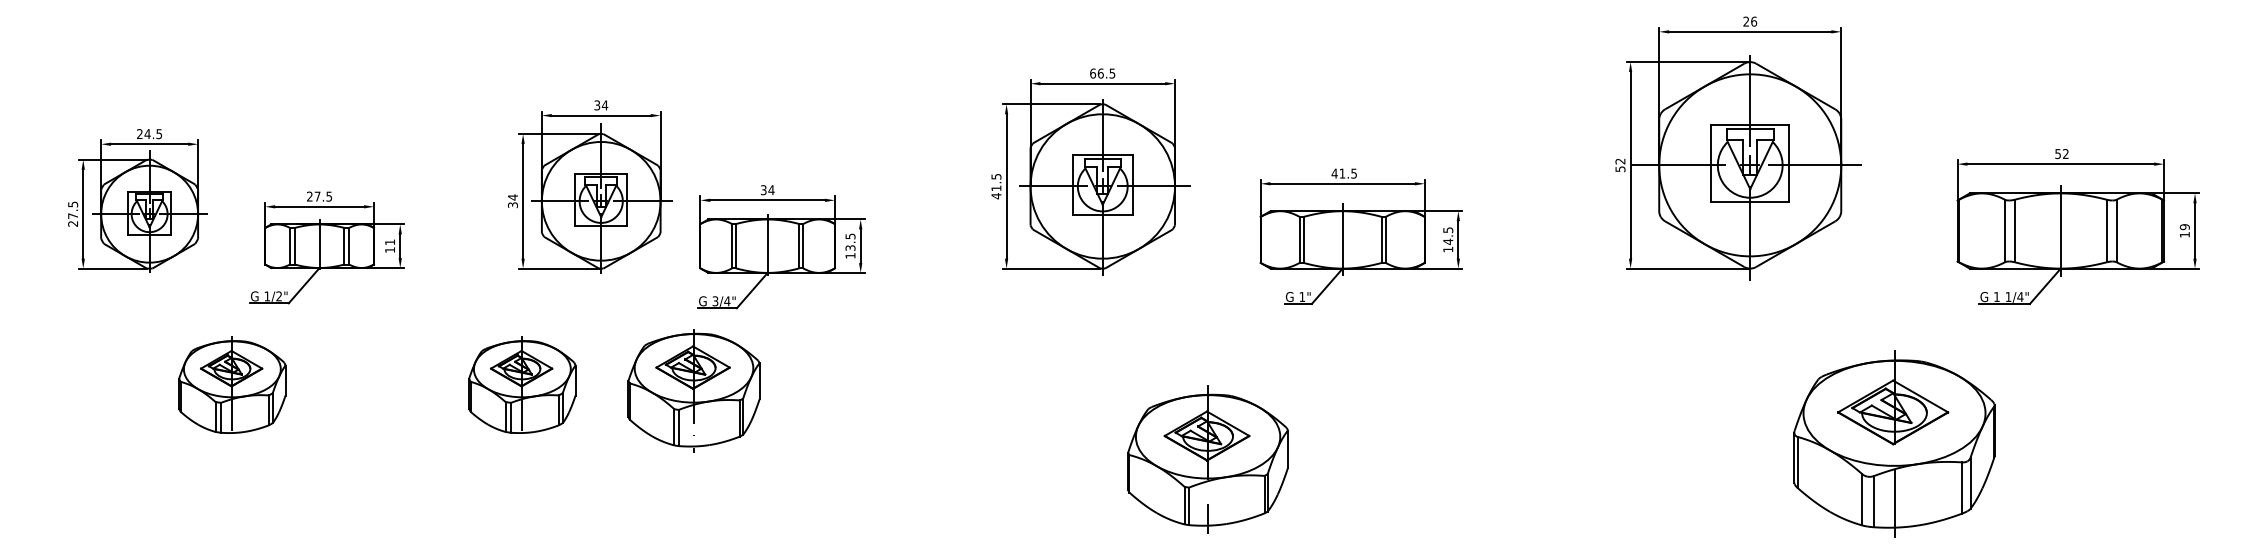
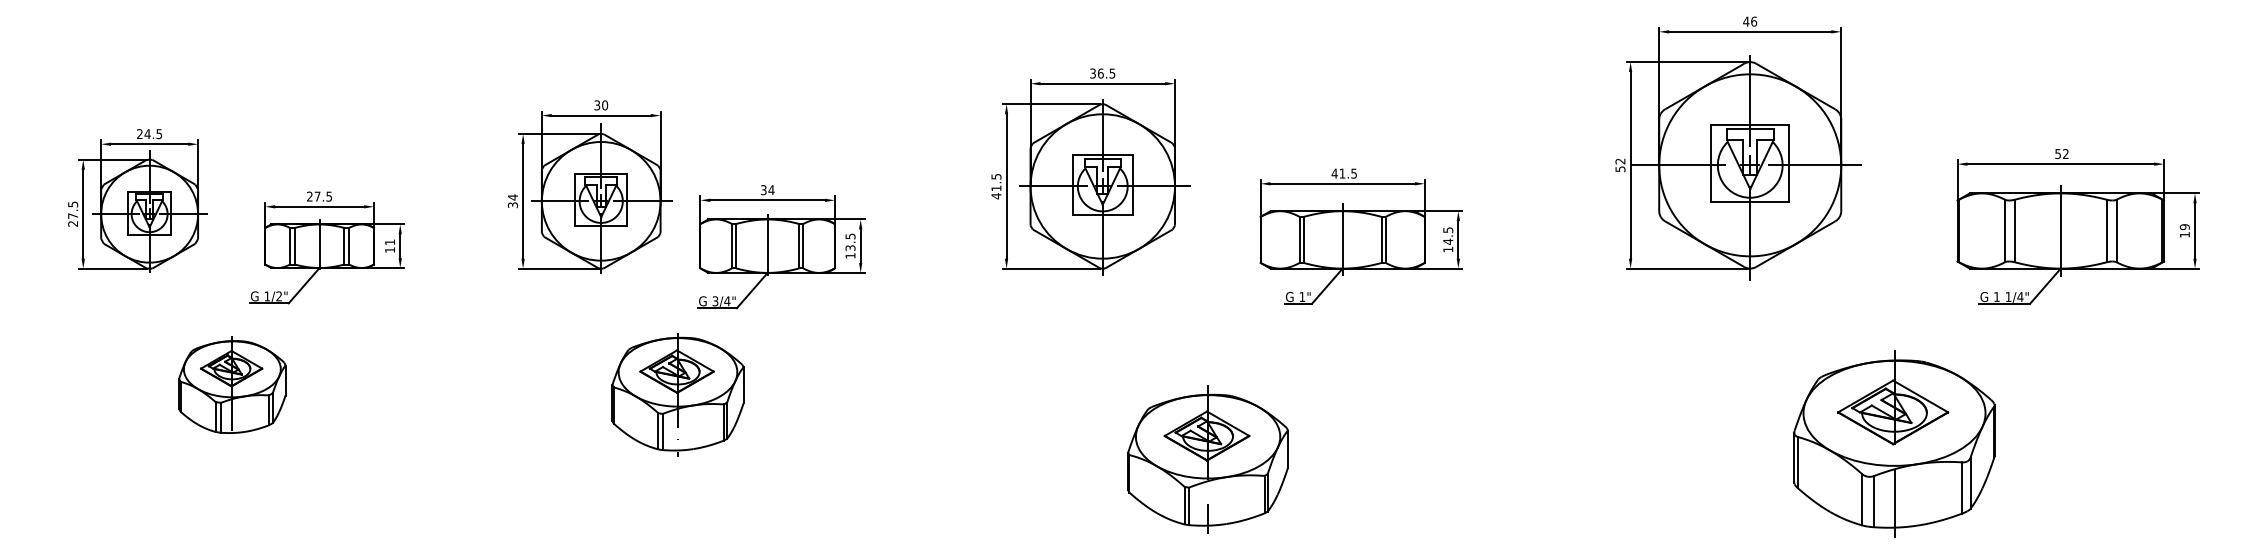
text at (1746, 21): 26 -> 46
text at (1093, 73): 66.5 -> 36.5
text at (604, 105): 34 -> 30
part at (522, 384): present -> none
part at (693, 390) position: (693, 390) -> (677, 394)
